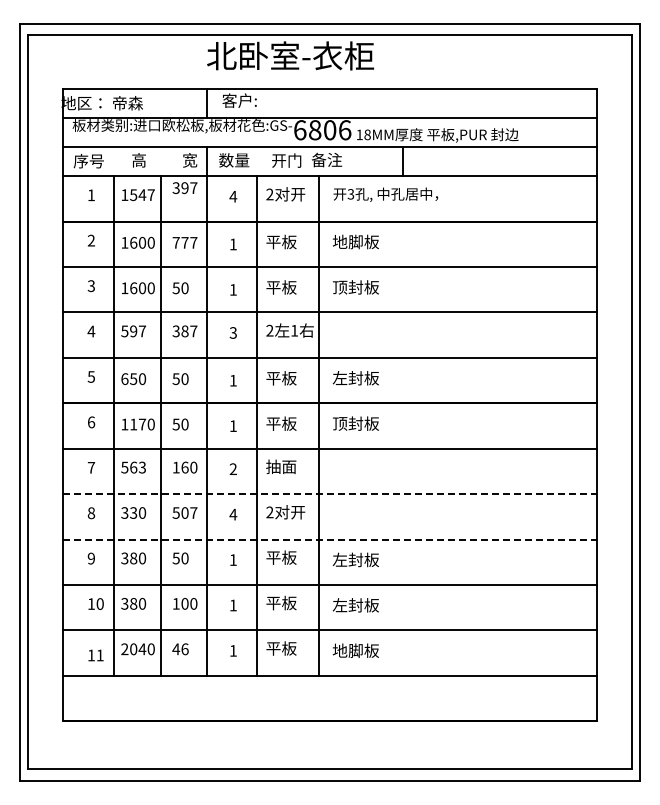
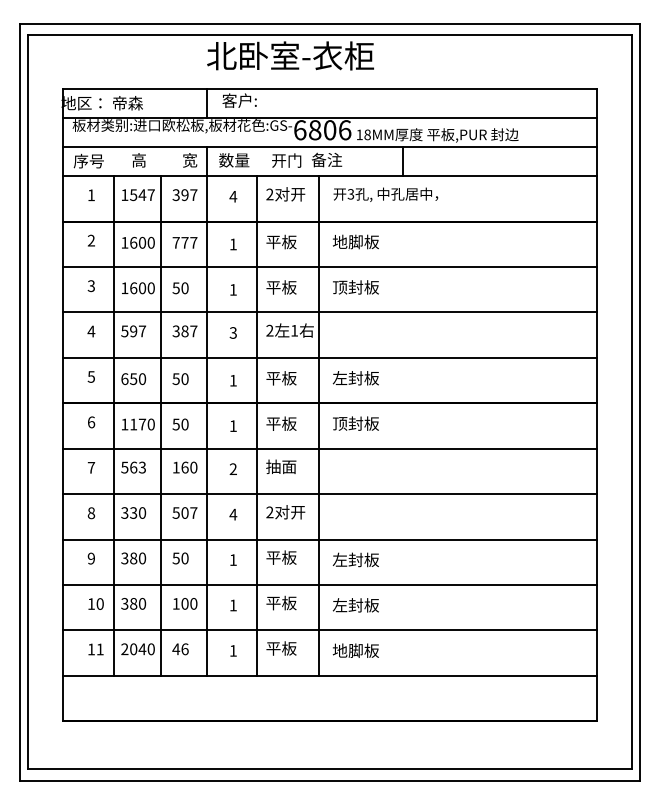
text at (184, 188) position: (184, 188) -> (184, 195)
line at (330, 494): dashed -> solid
line at (330, 539): dashed -> solid
text at (95, 655) position: (95, 655) -> (95, 649)
